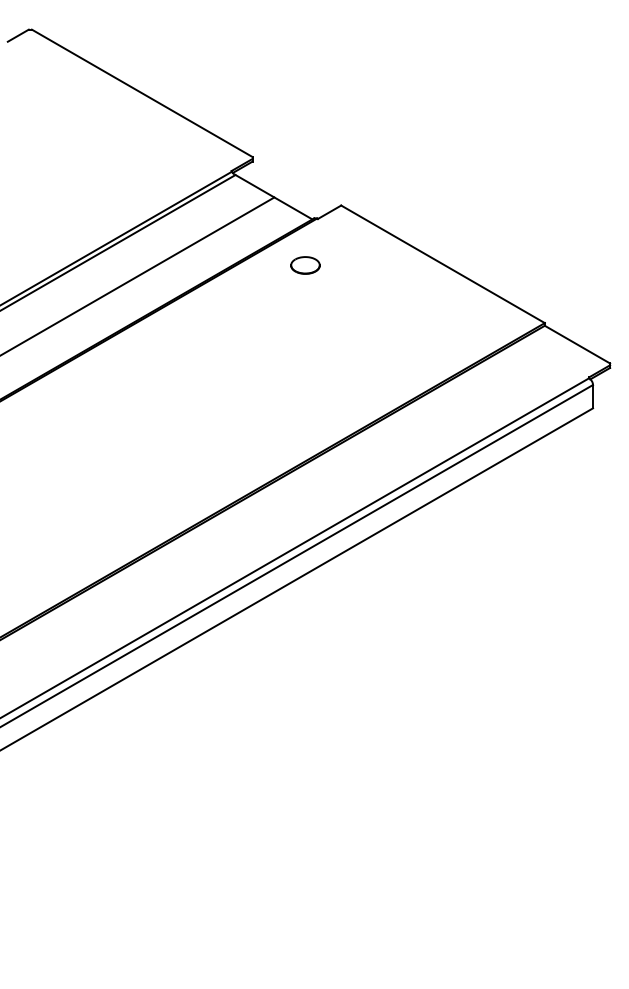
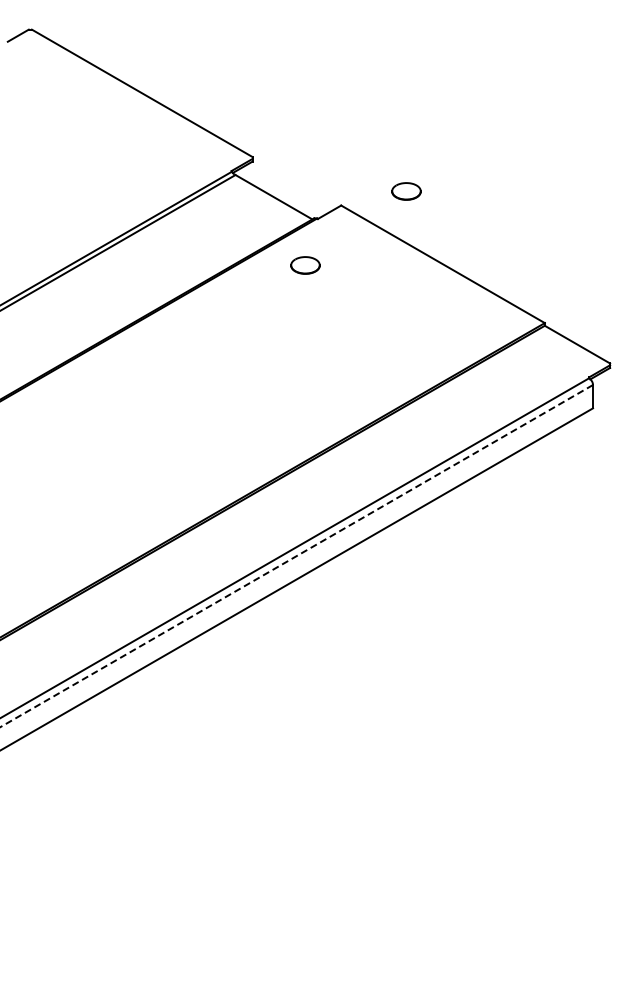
part at (406, 191): none -> present
line at (138, 275): present -> none
line at (296, 556): solid -> dashed
